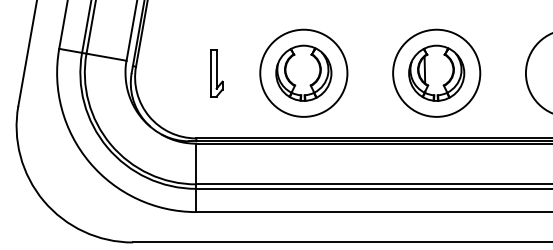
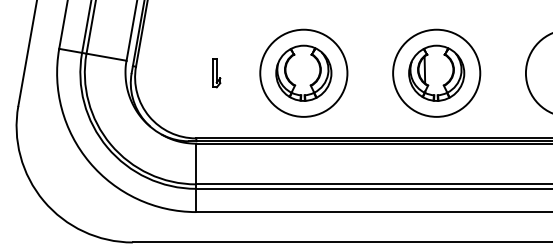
part at (216, 73) size: 14x49 px -> 10x31 px
